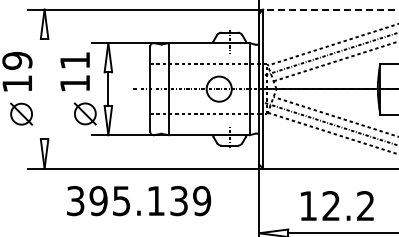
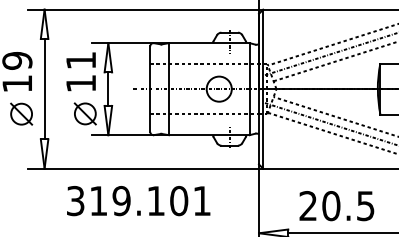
line at (330, 9): dashed -> solid
text at (74, 71) position: (74, 71) -> (80, 71)
line at (44, 88): none -> present
text at (150, 200): 395.139 -> 319.101
text at (336, 206): 12.2 -> 20.5
